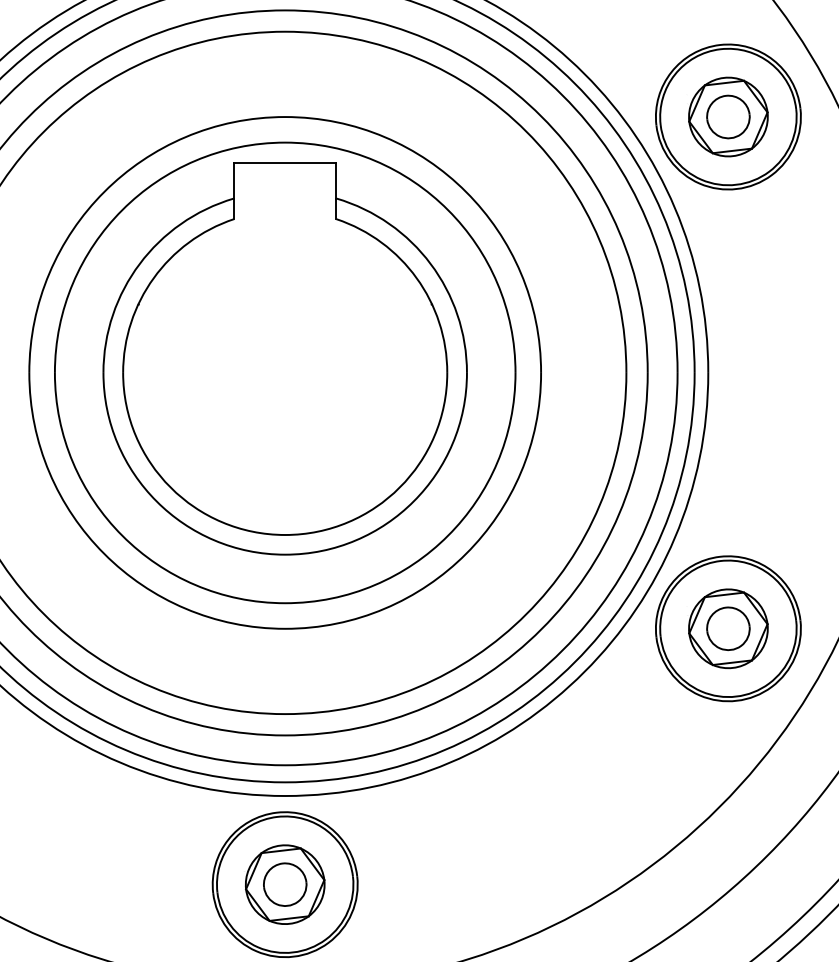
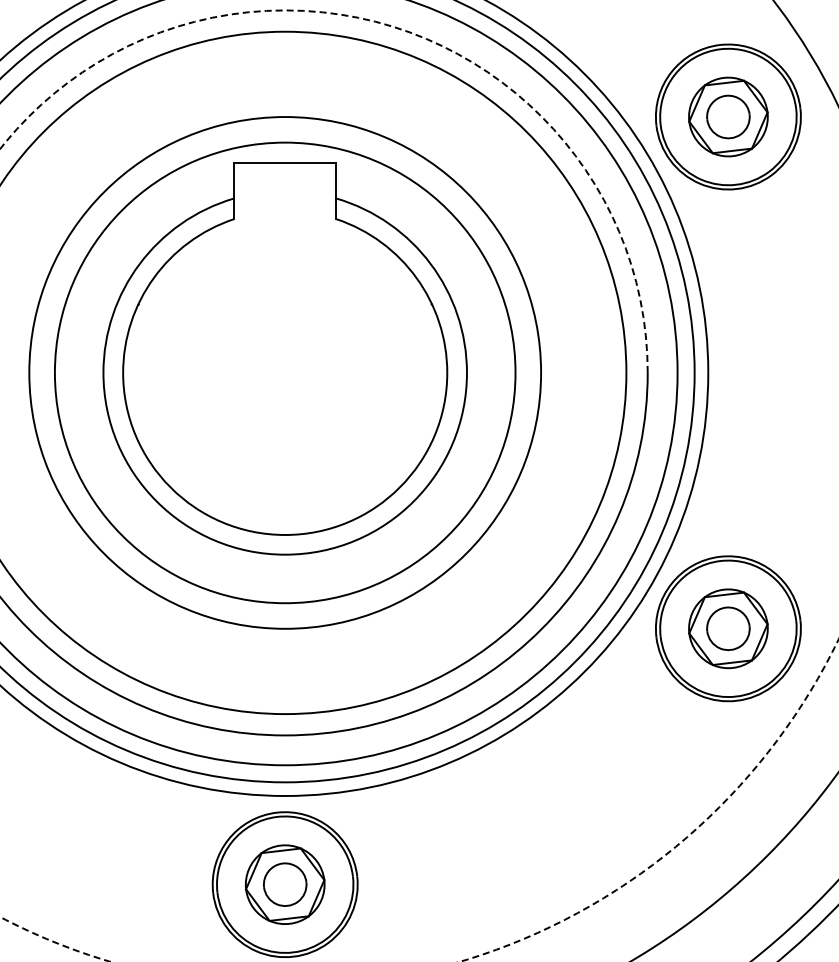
arc at (403, 30): solid -> dashed
arc at (635, 877): solid -> dashed
